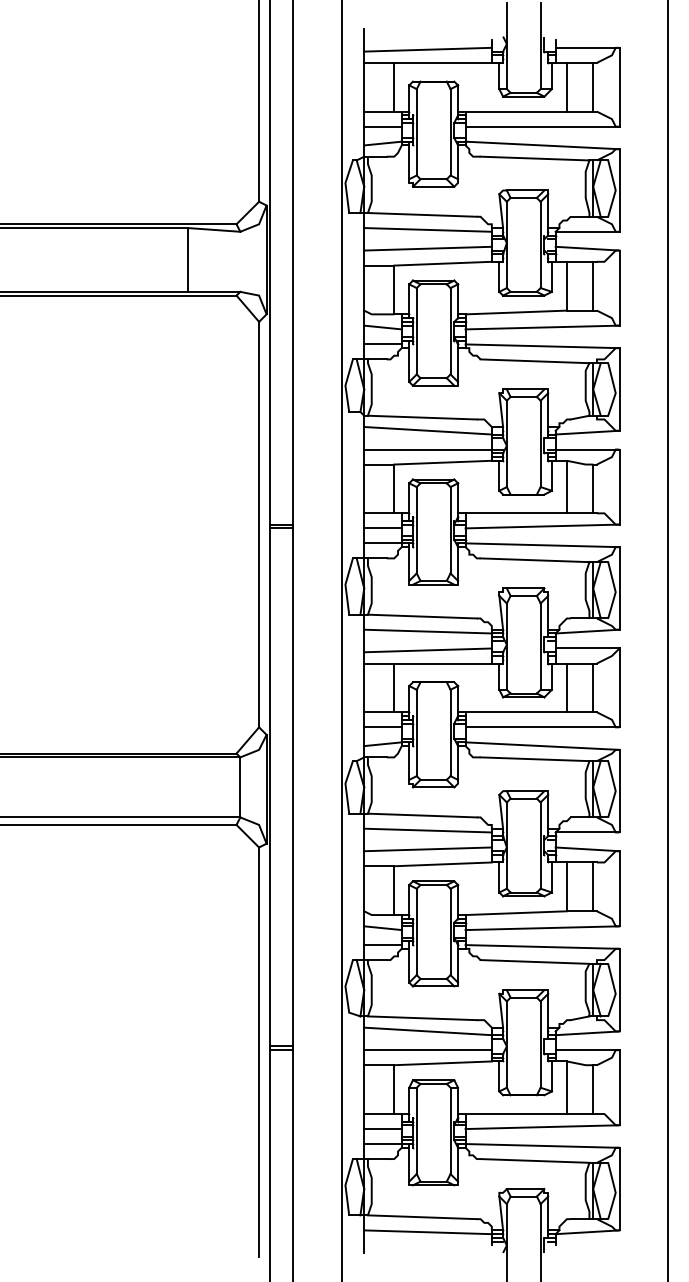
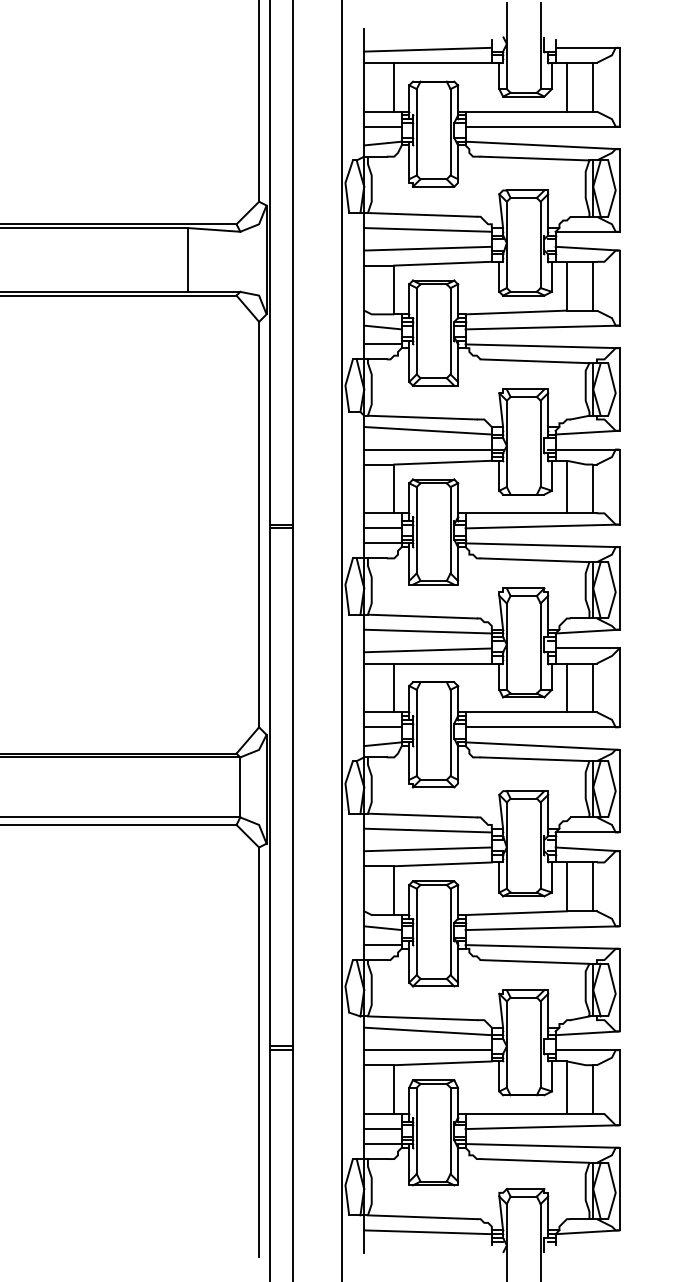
line at (668, 640): present -> none
